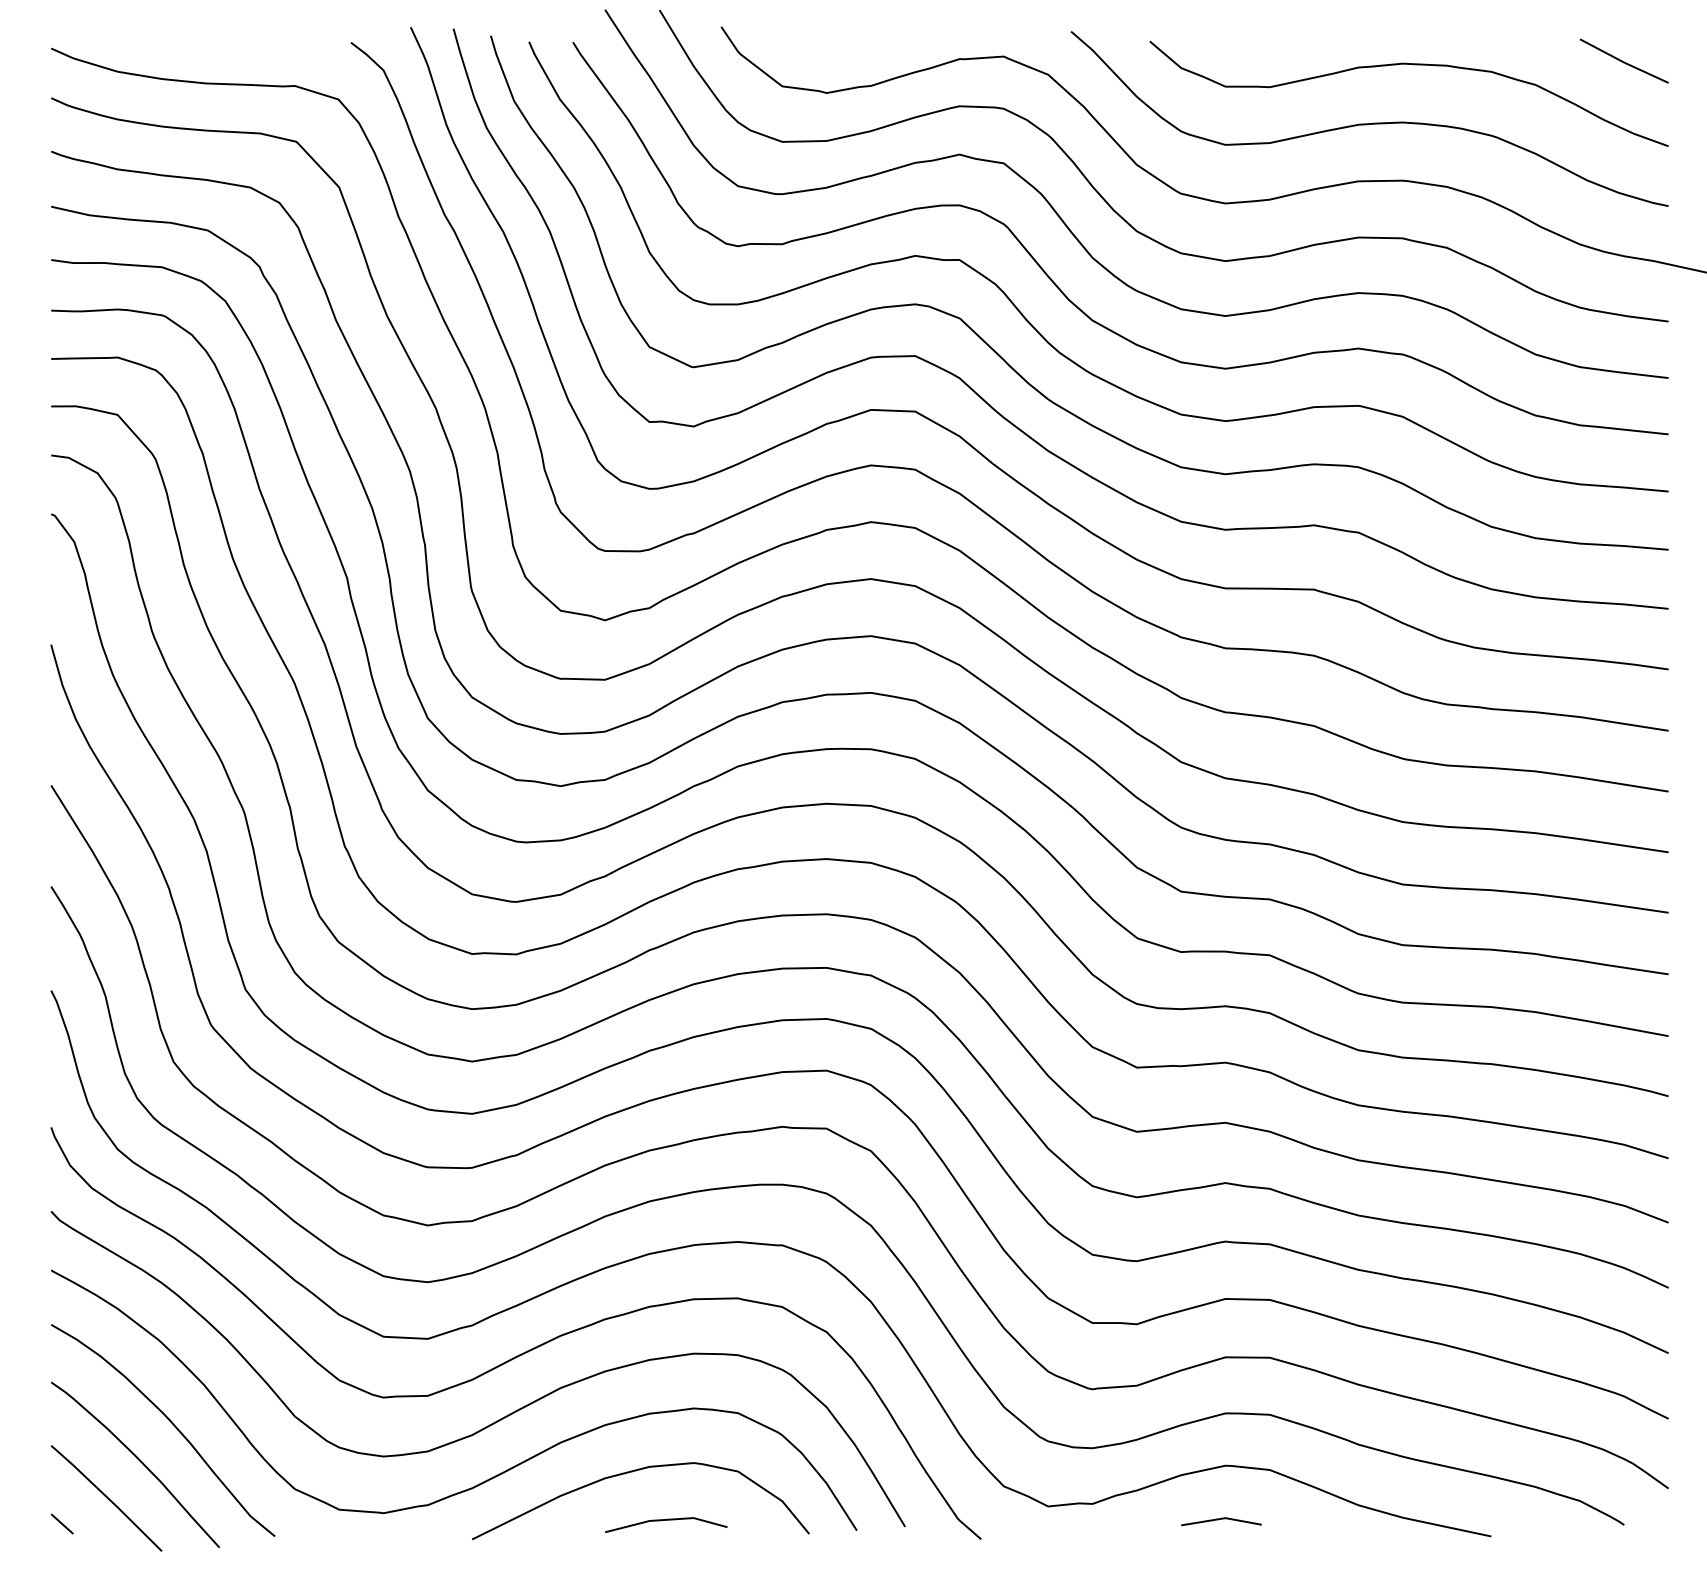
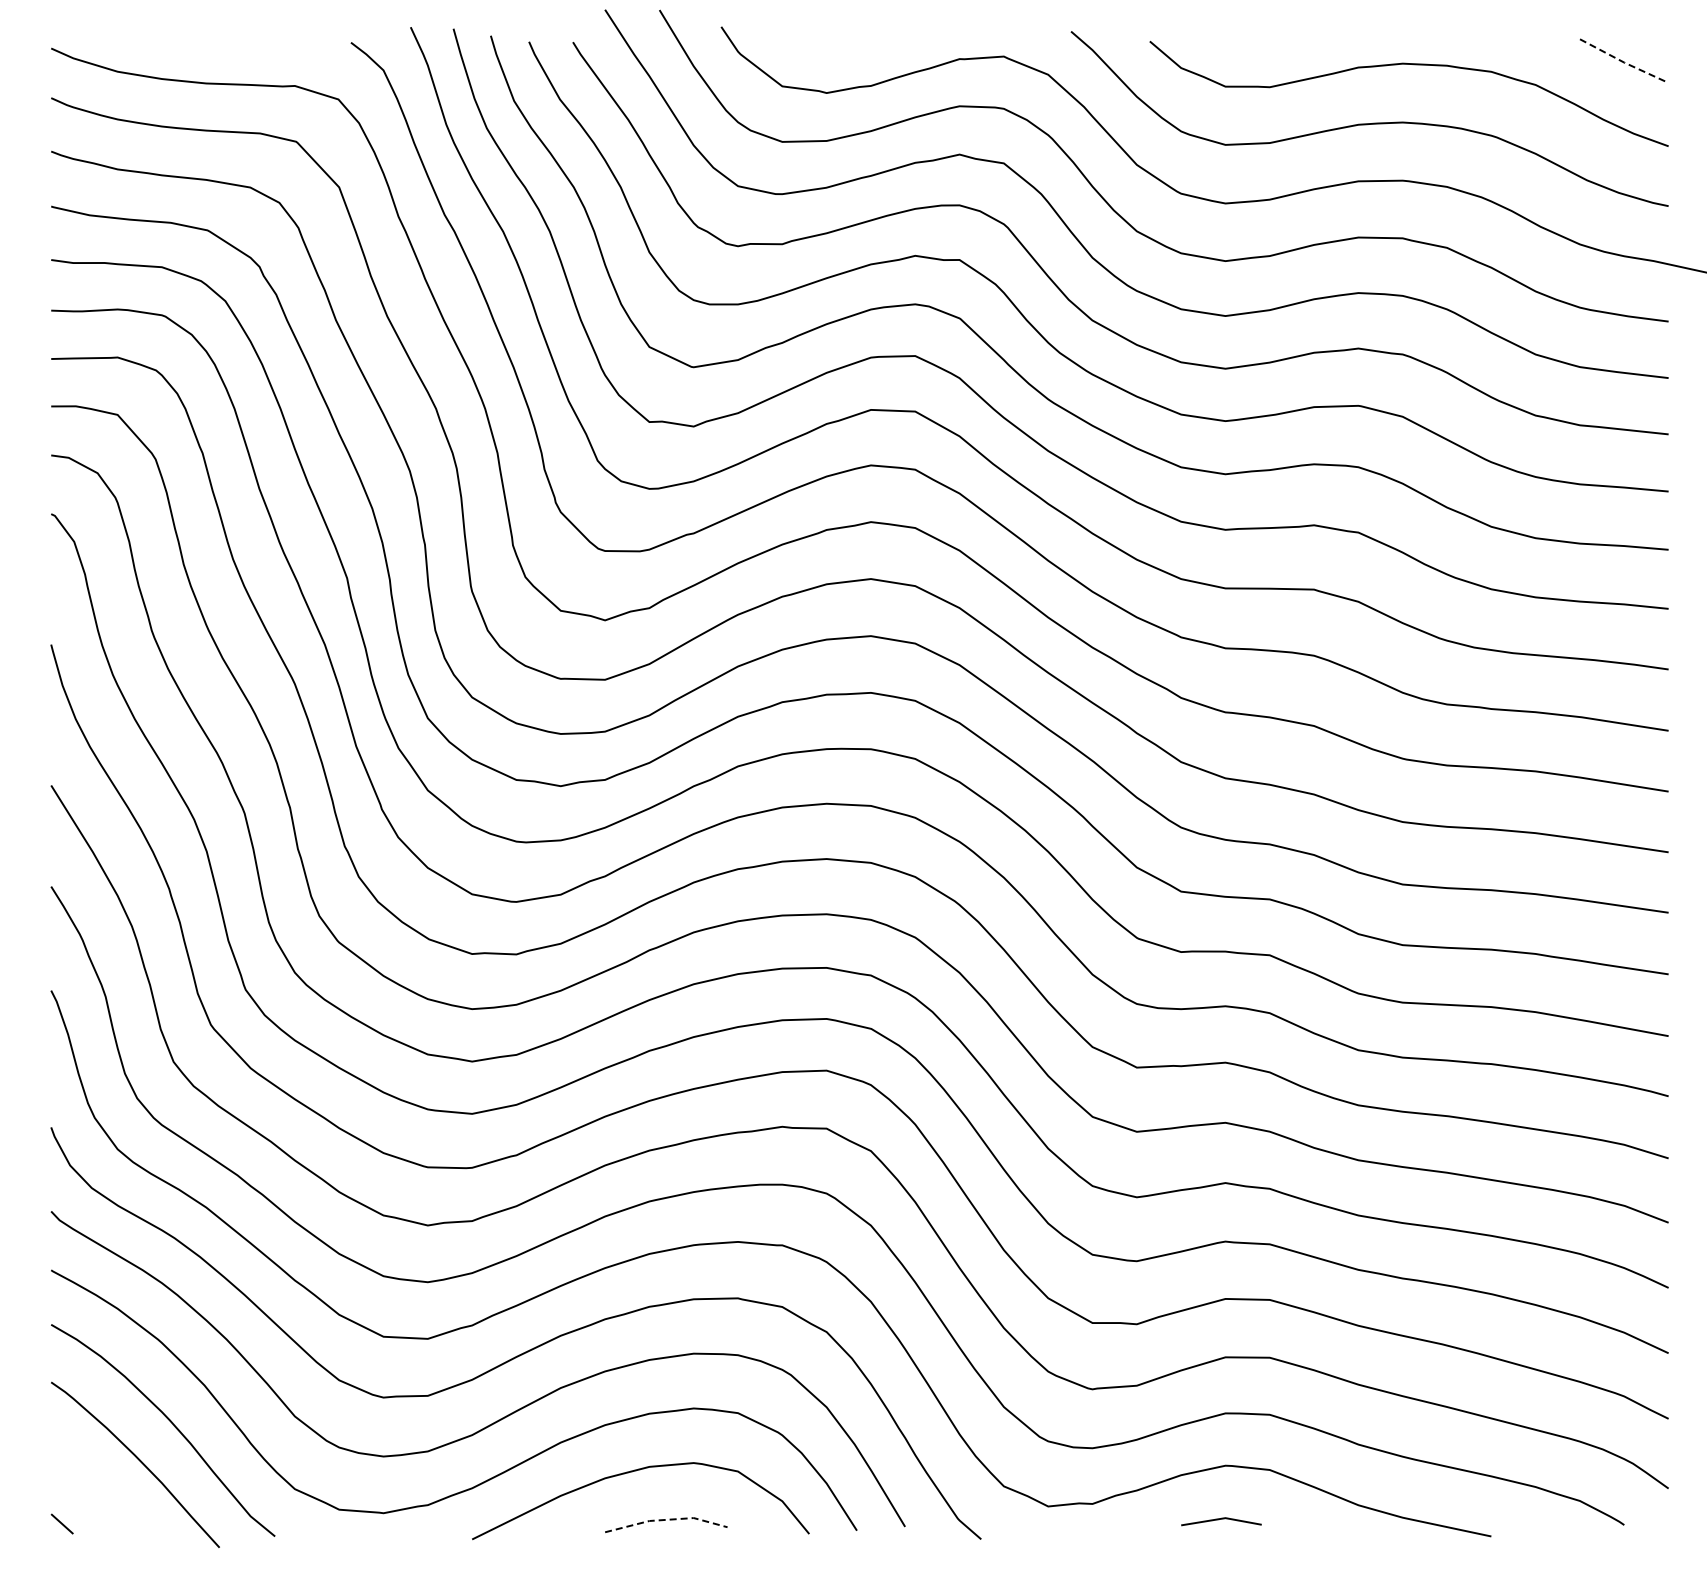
line at (1624, 62): solid -> dashed
line at (106, 1498): present -> none
line at (667, 1519): solid -> dashed
